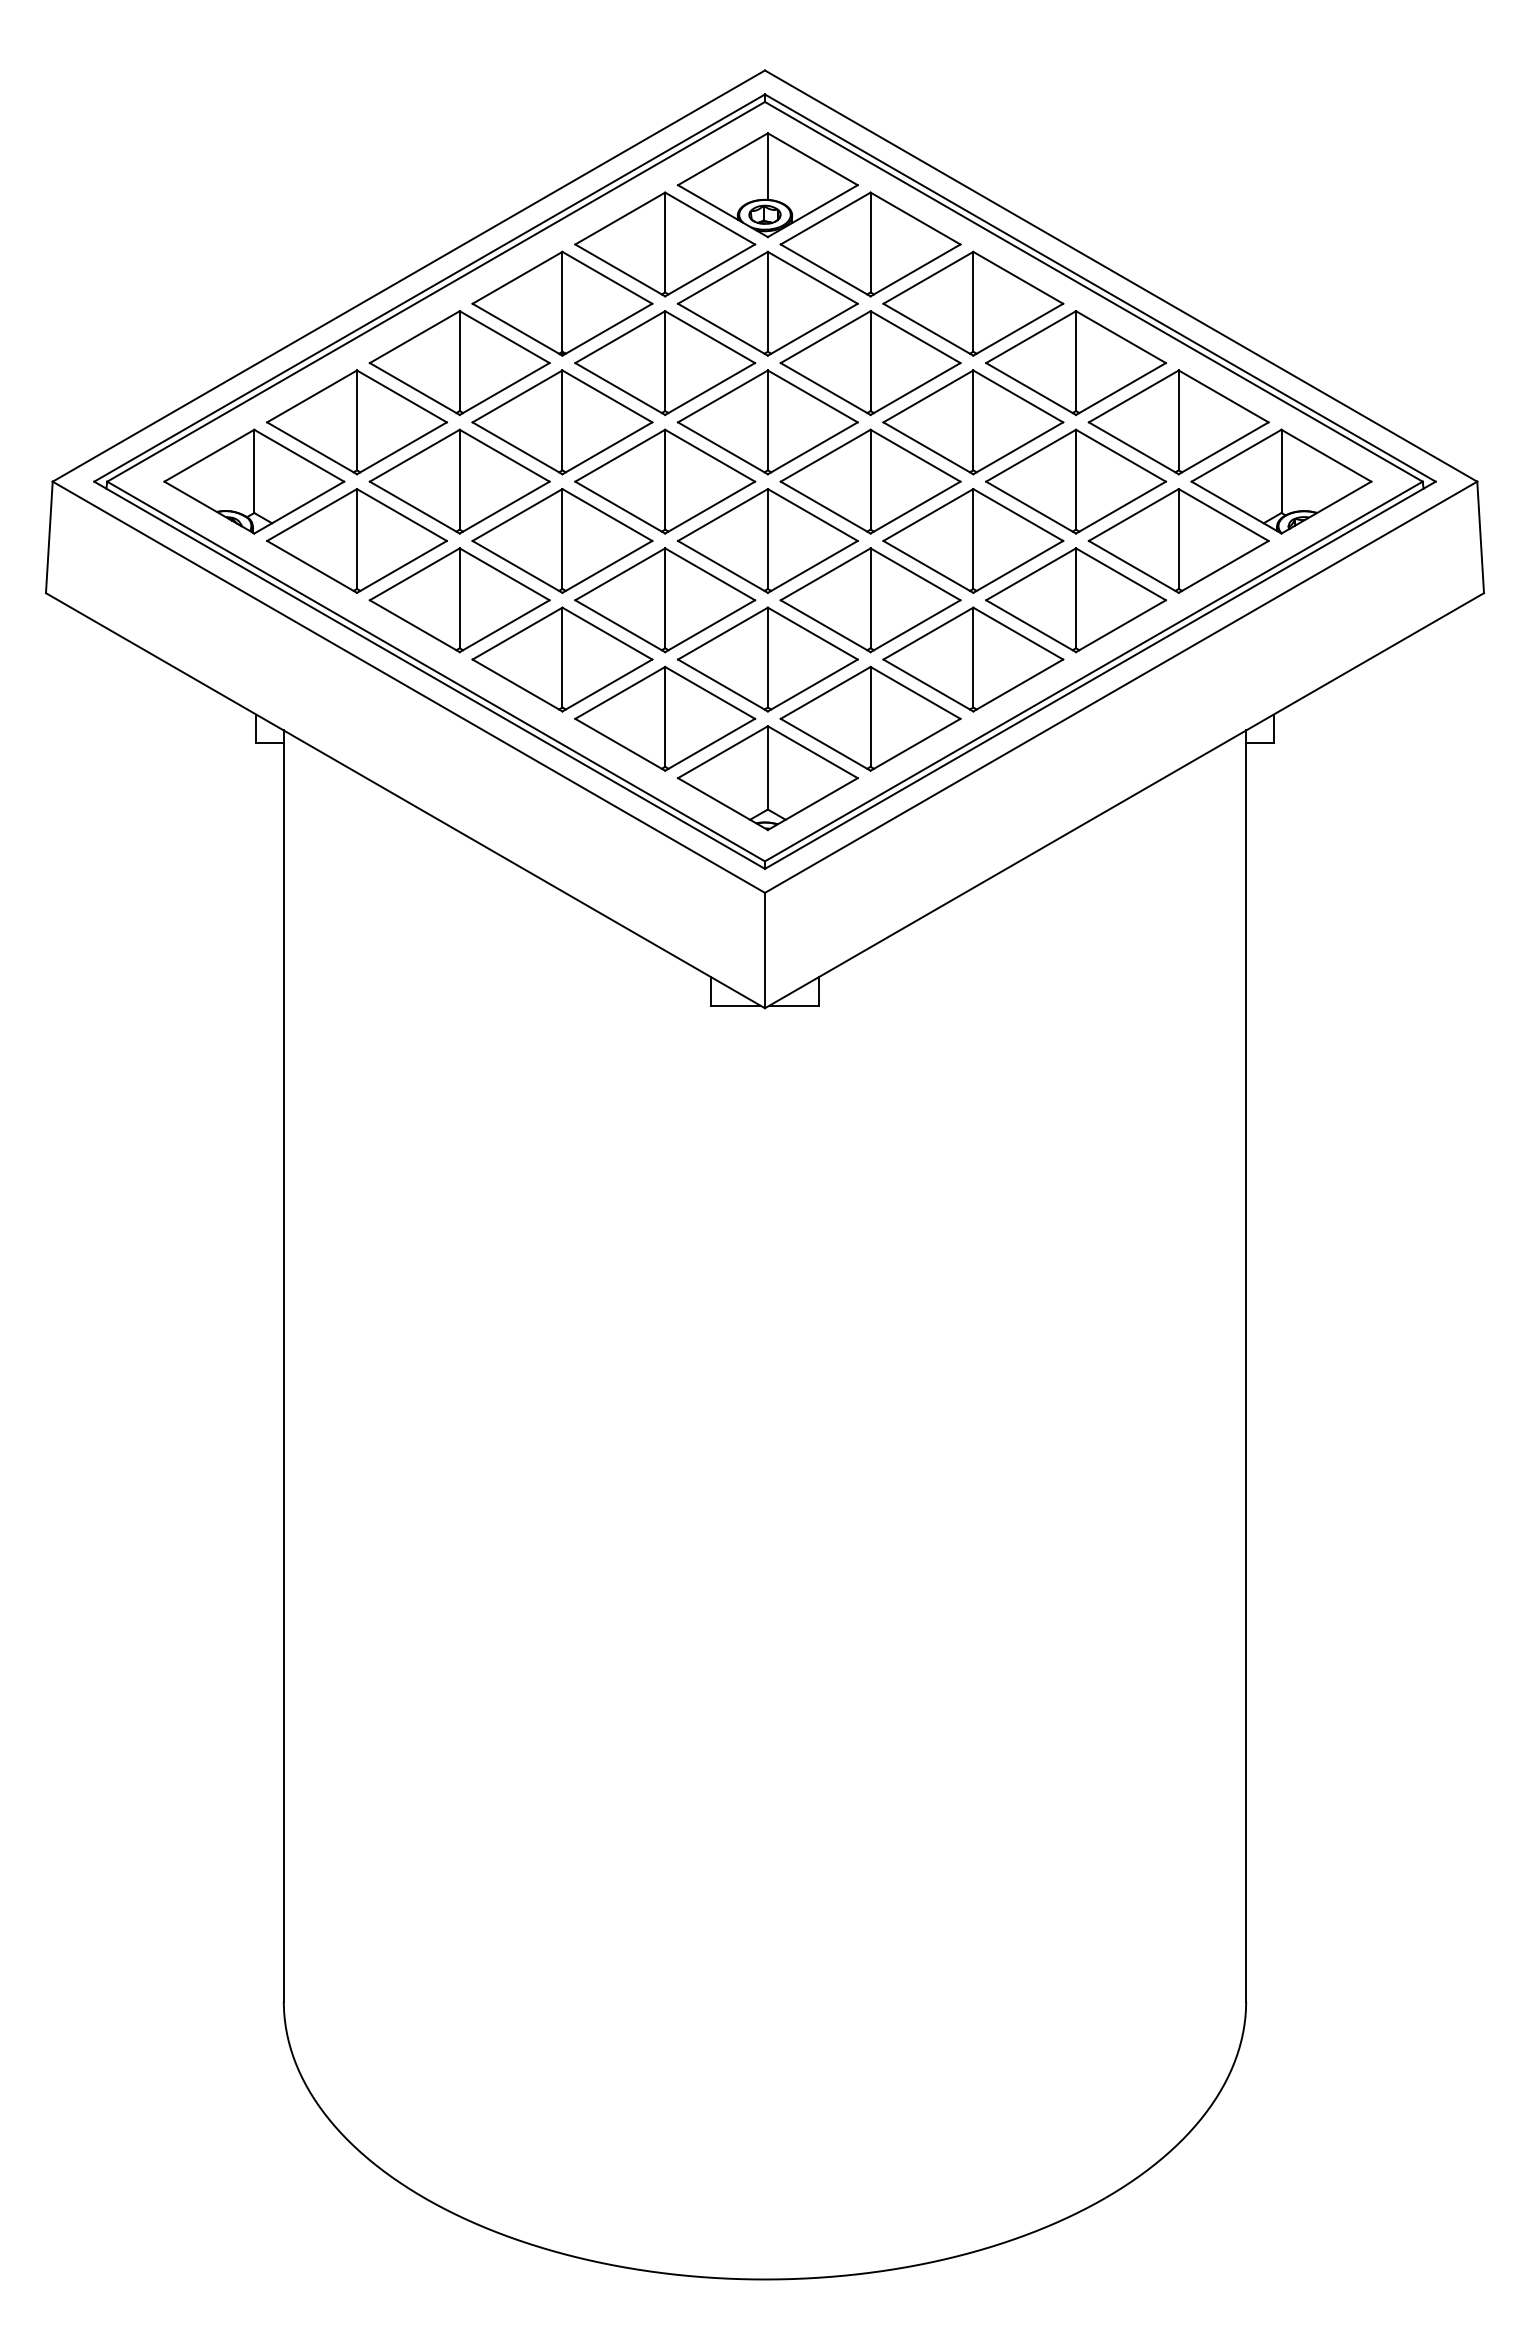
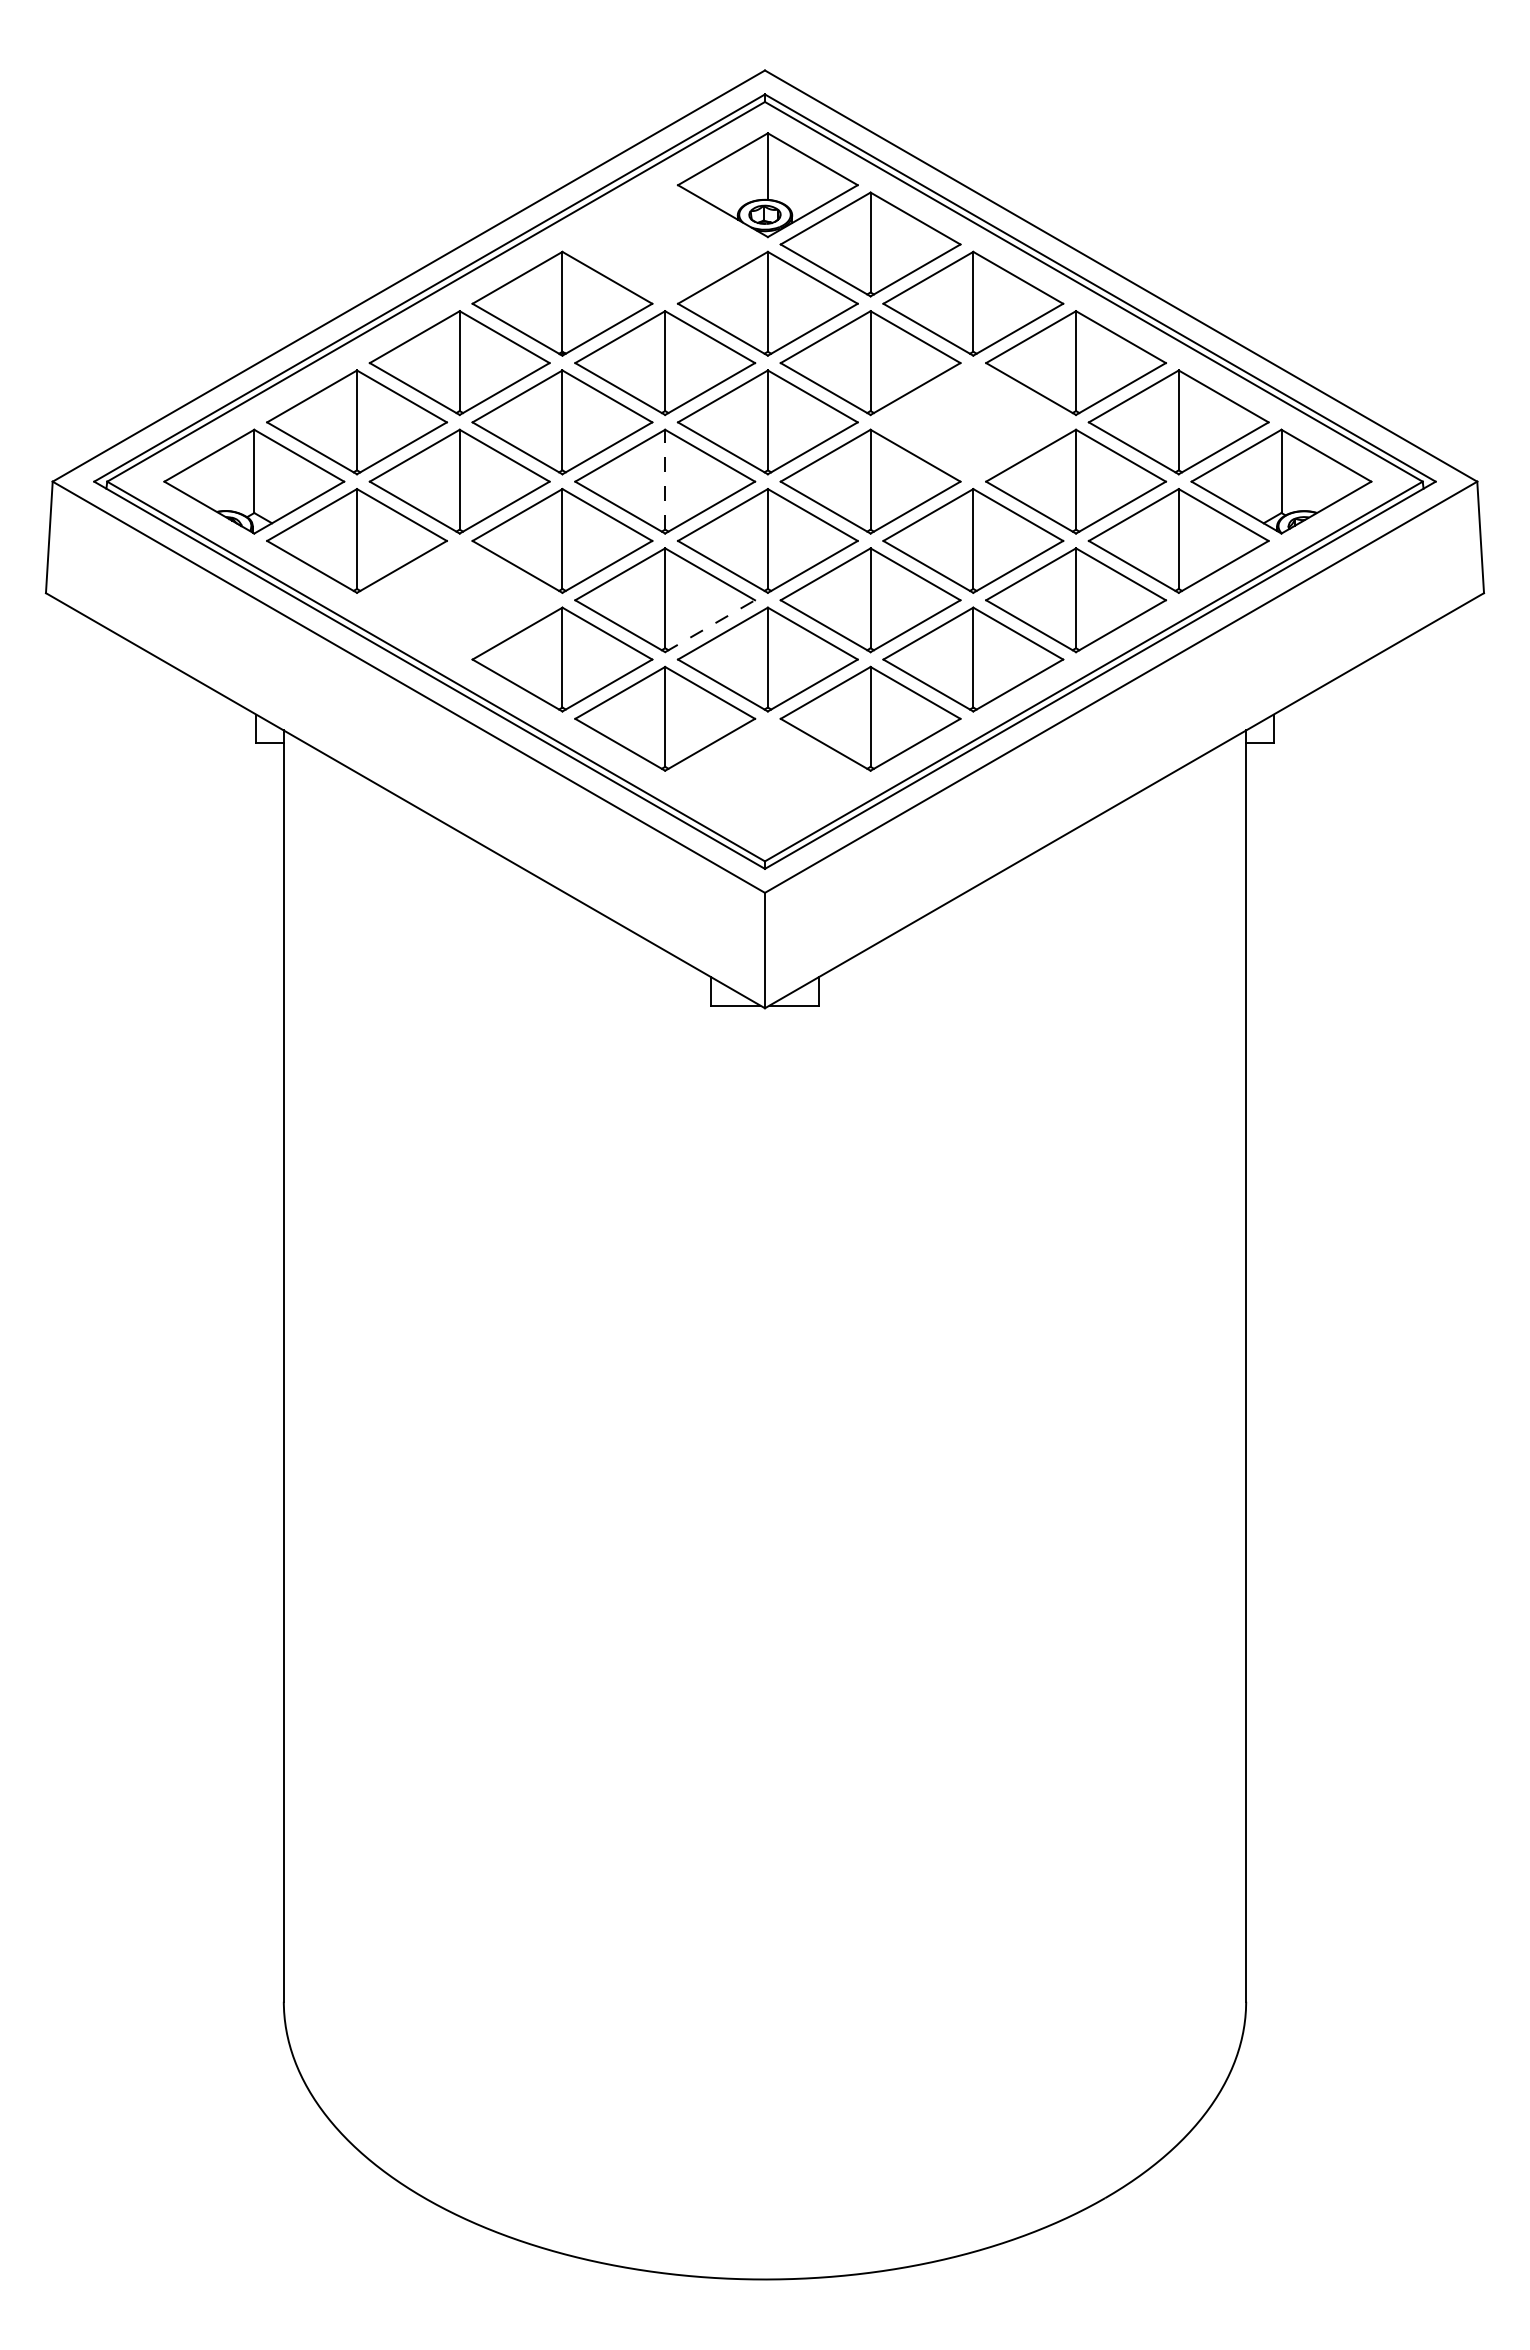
part at (665, 244): present -> none
part at (973, 422): present -> none
line at (665, 479): solid -> dashed
part at (459, 600): present -> none
line at (710, 626): solid -> dashed
part at (767, 778): present -> none
